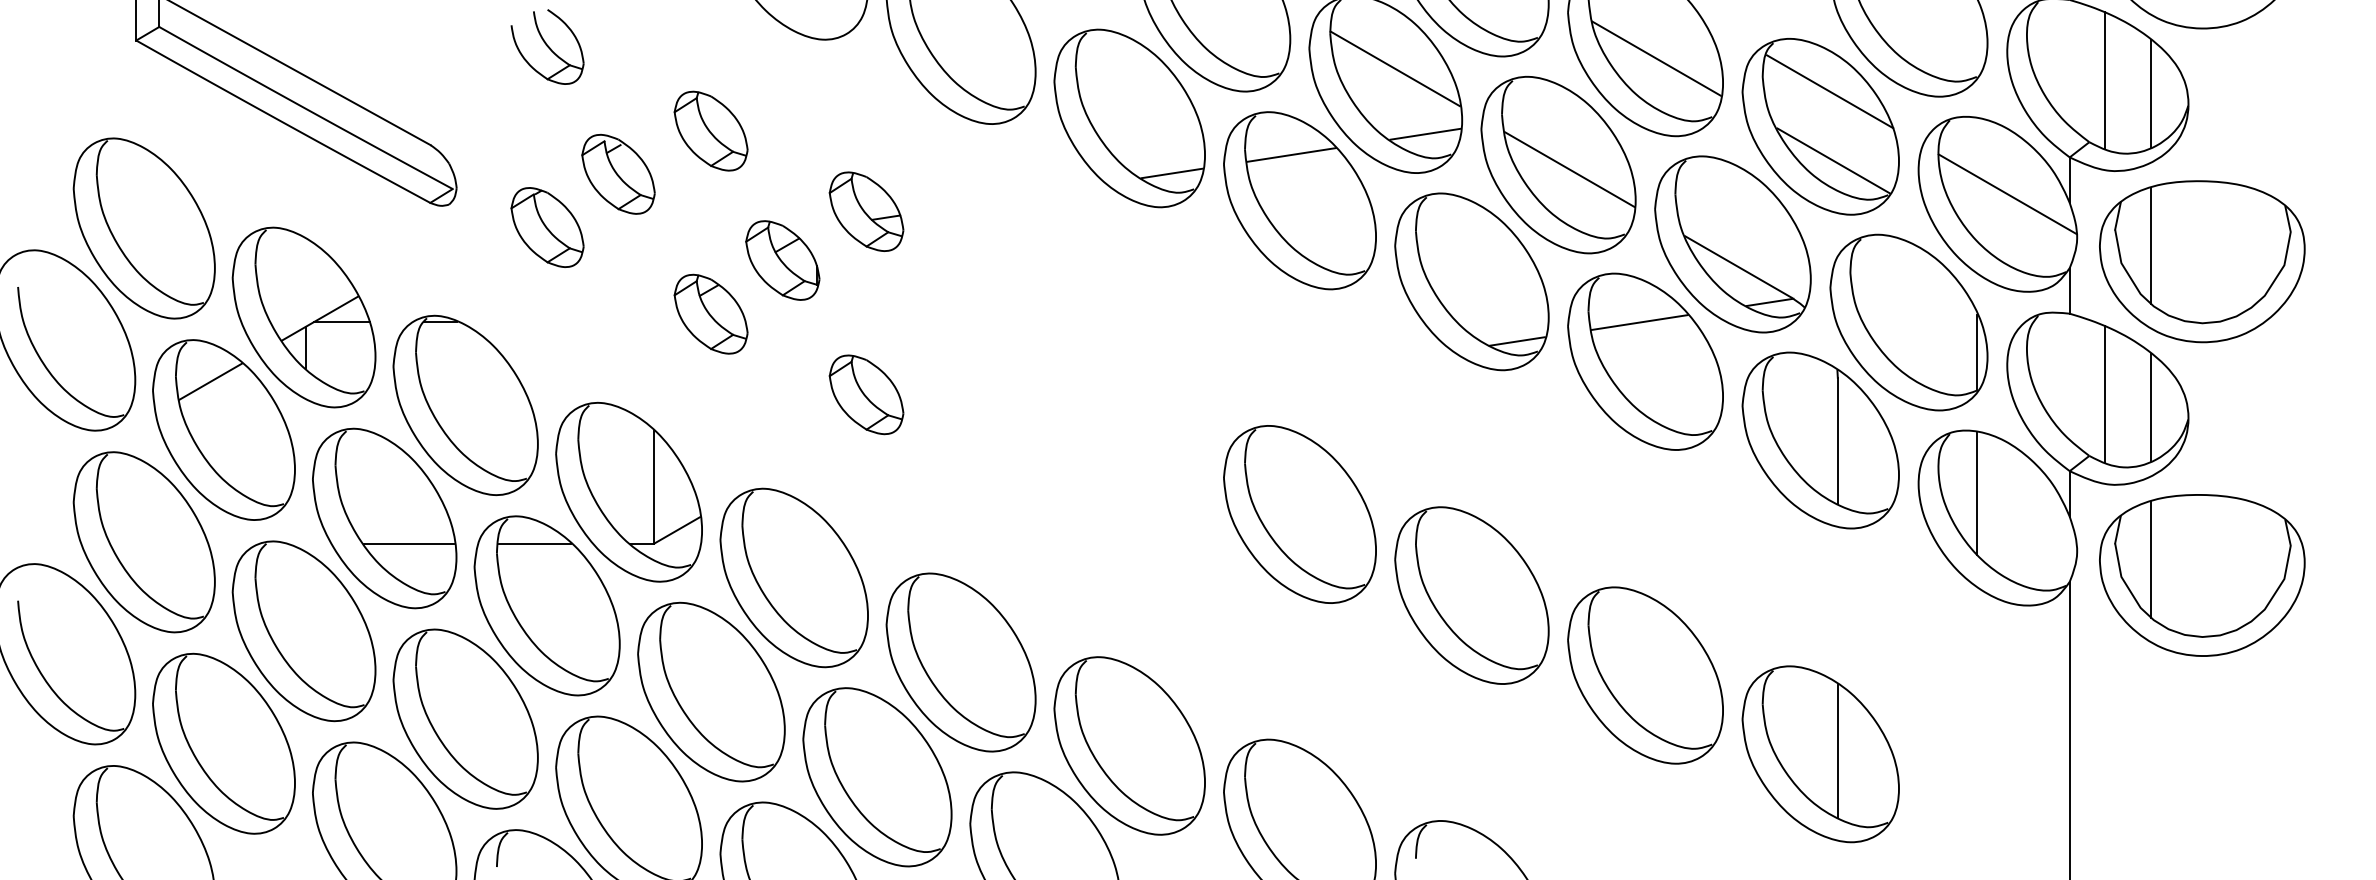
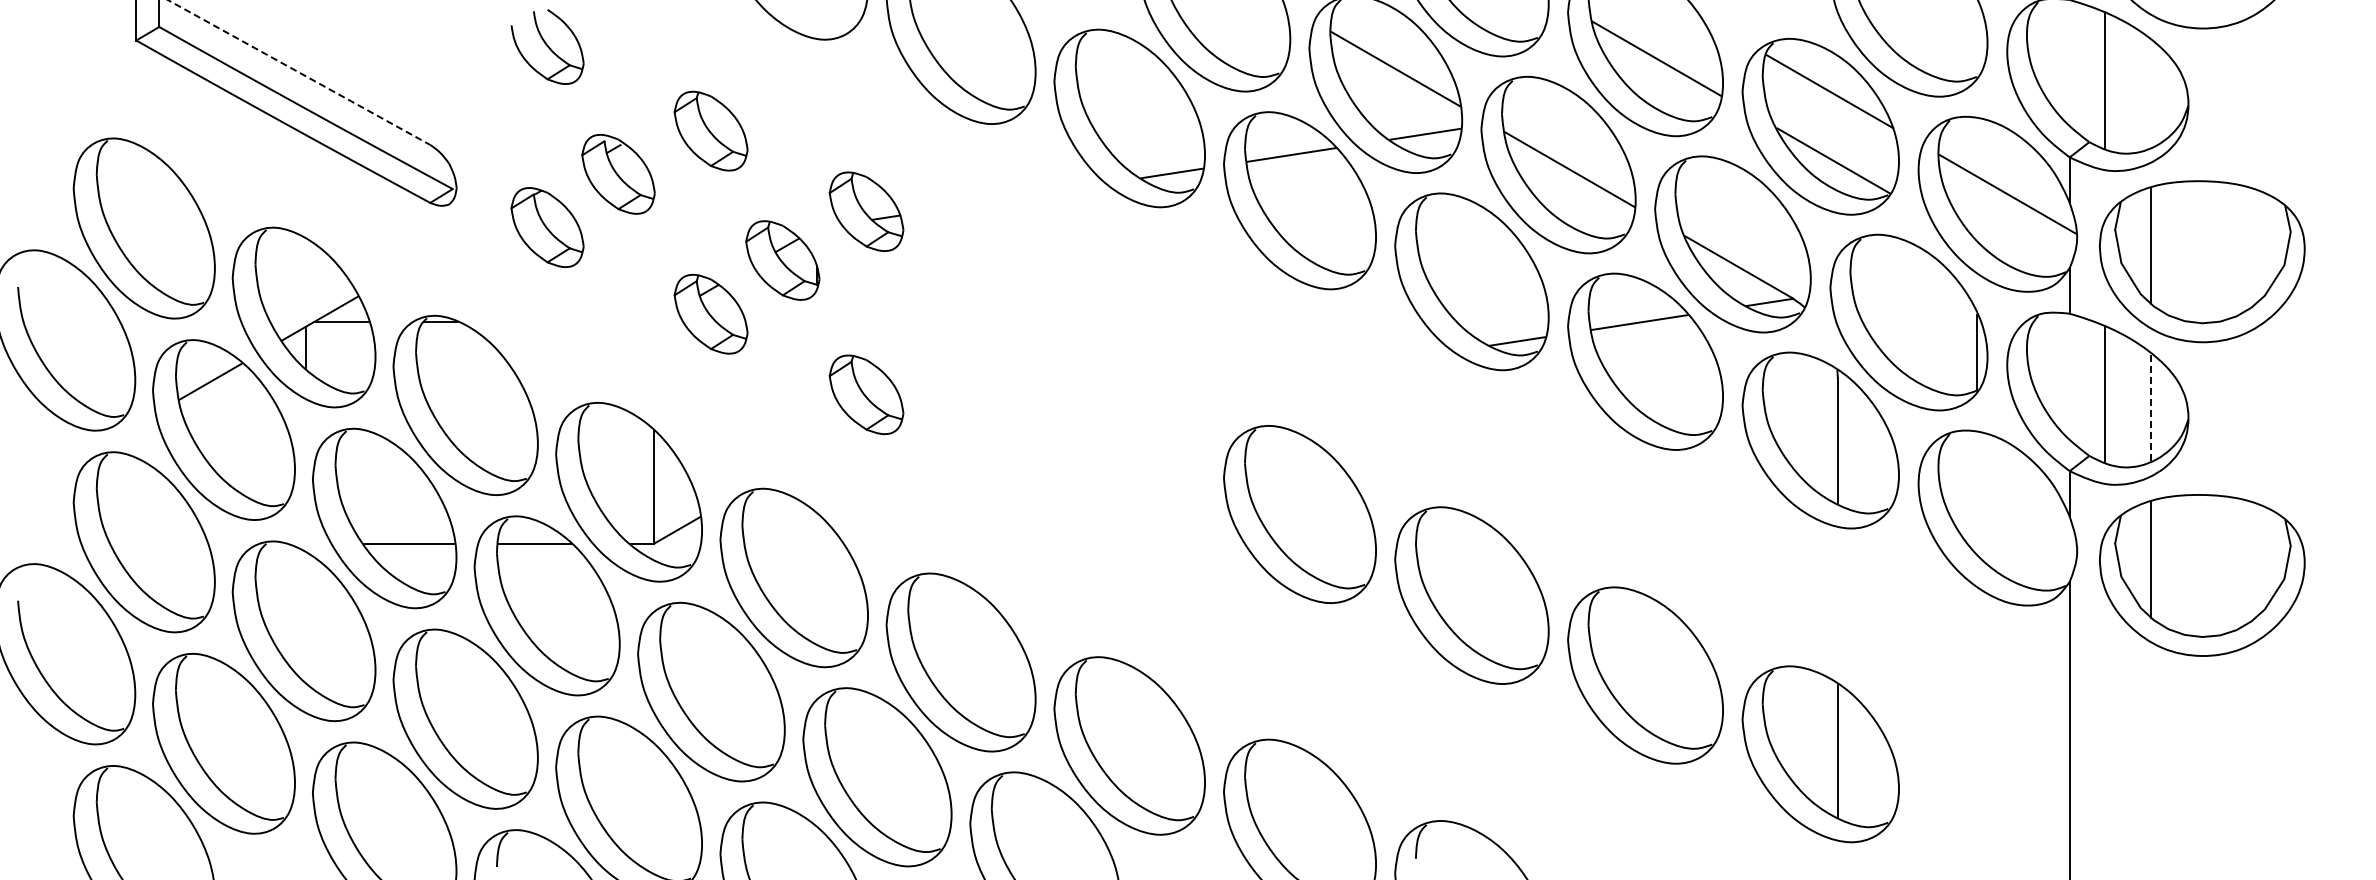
line at (299, 72): solid -> dashed
line at (2151, 93): present -> none
line at (2151, 407): solid -> dashed
line at (1977, 493): present -> none
